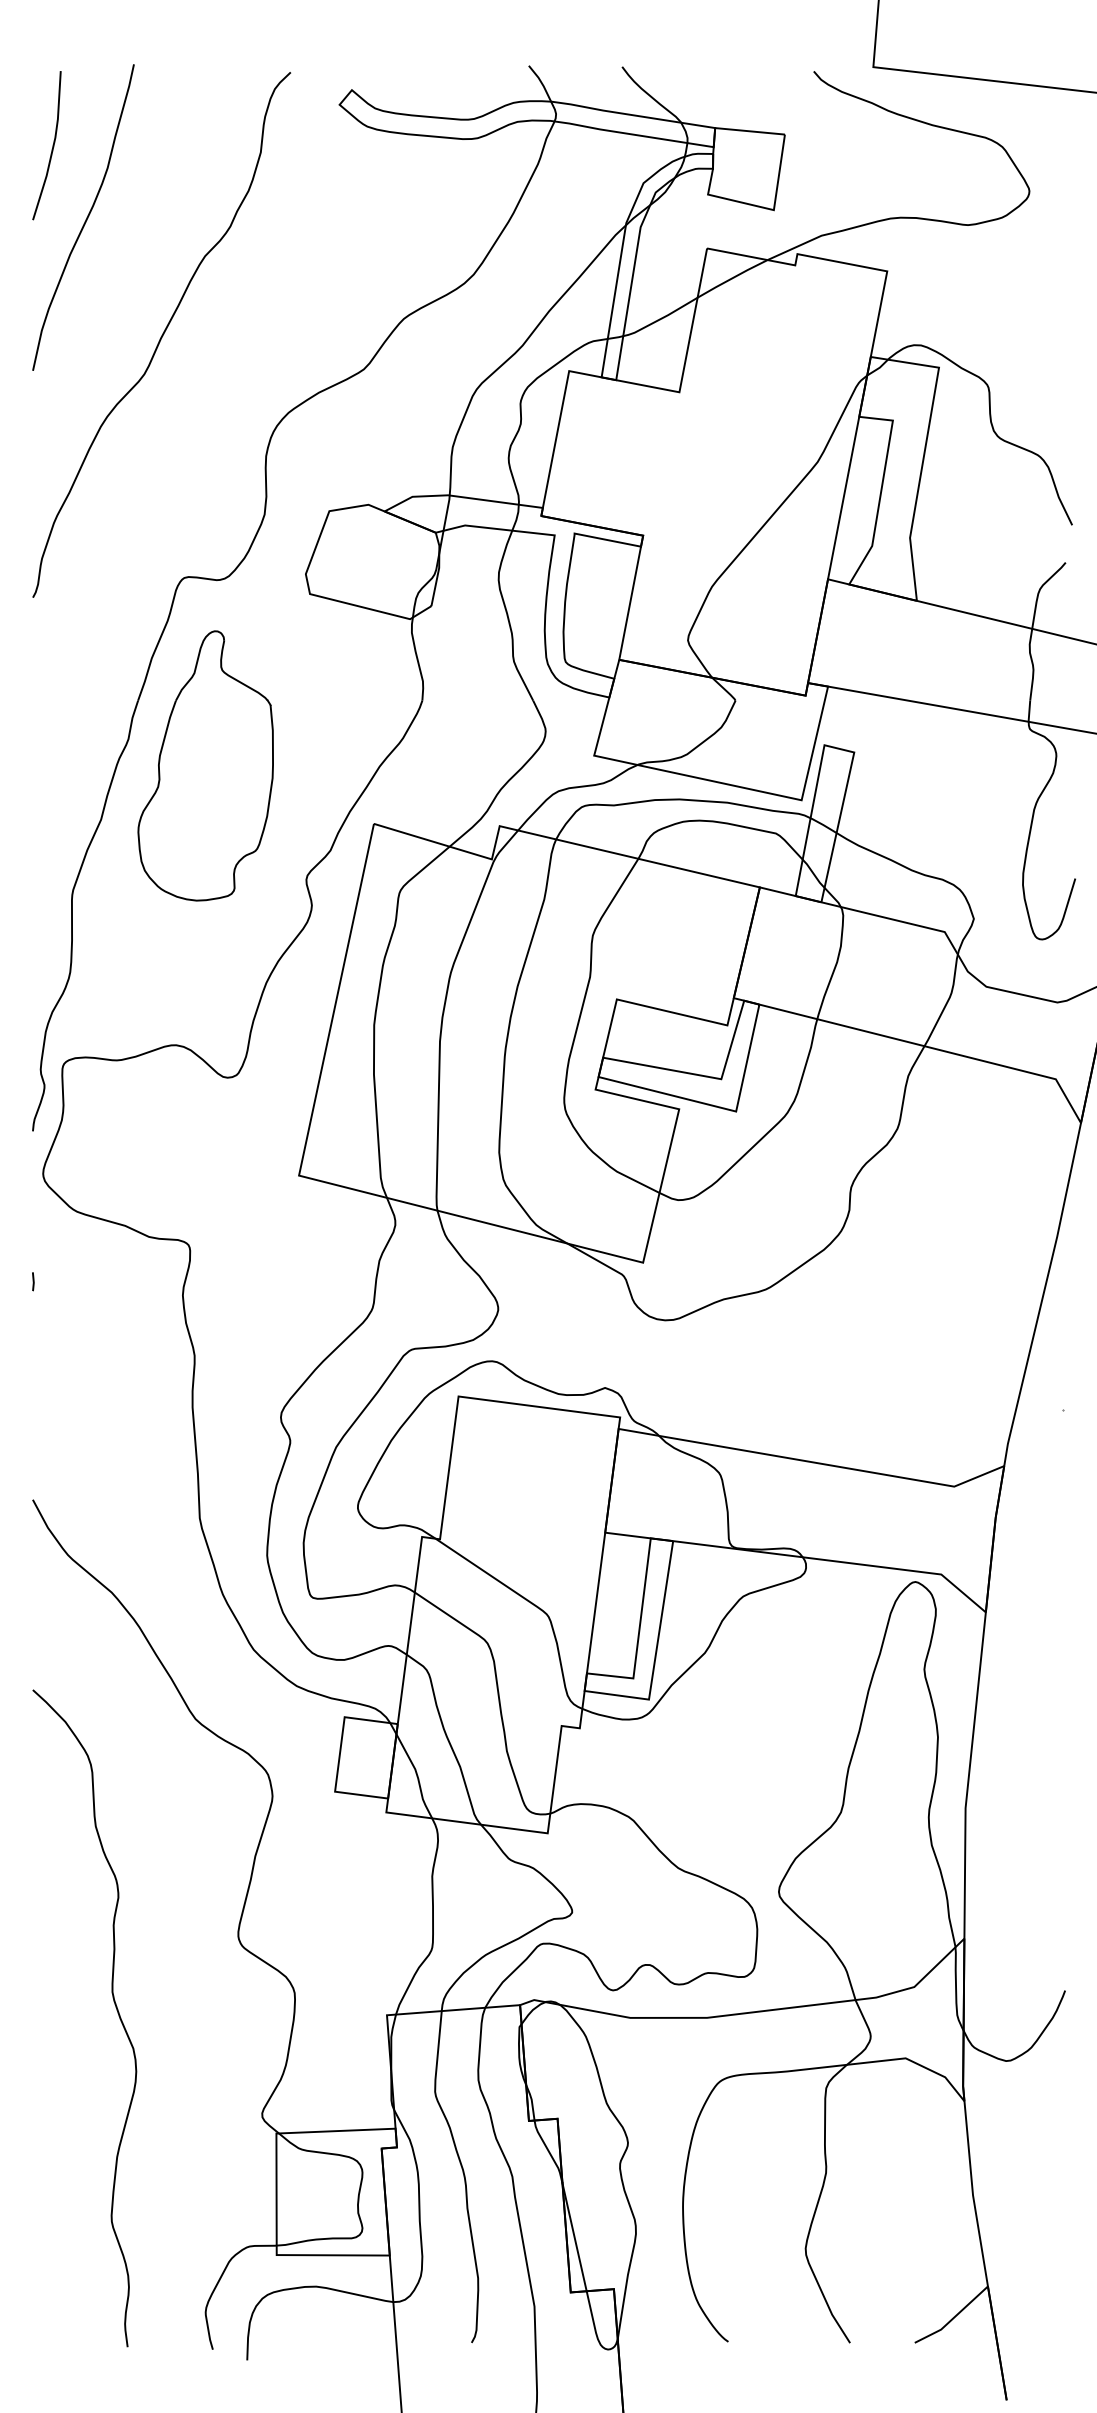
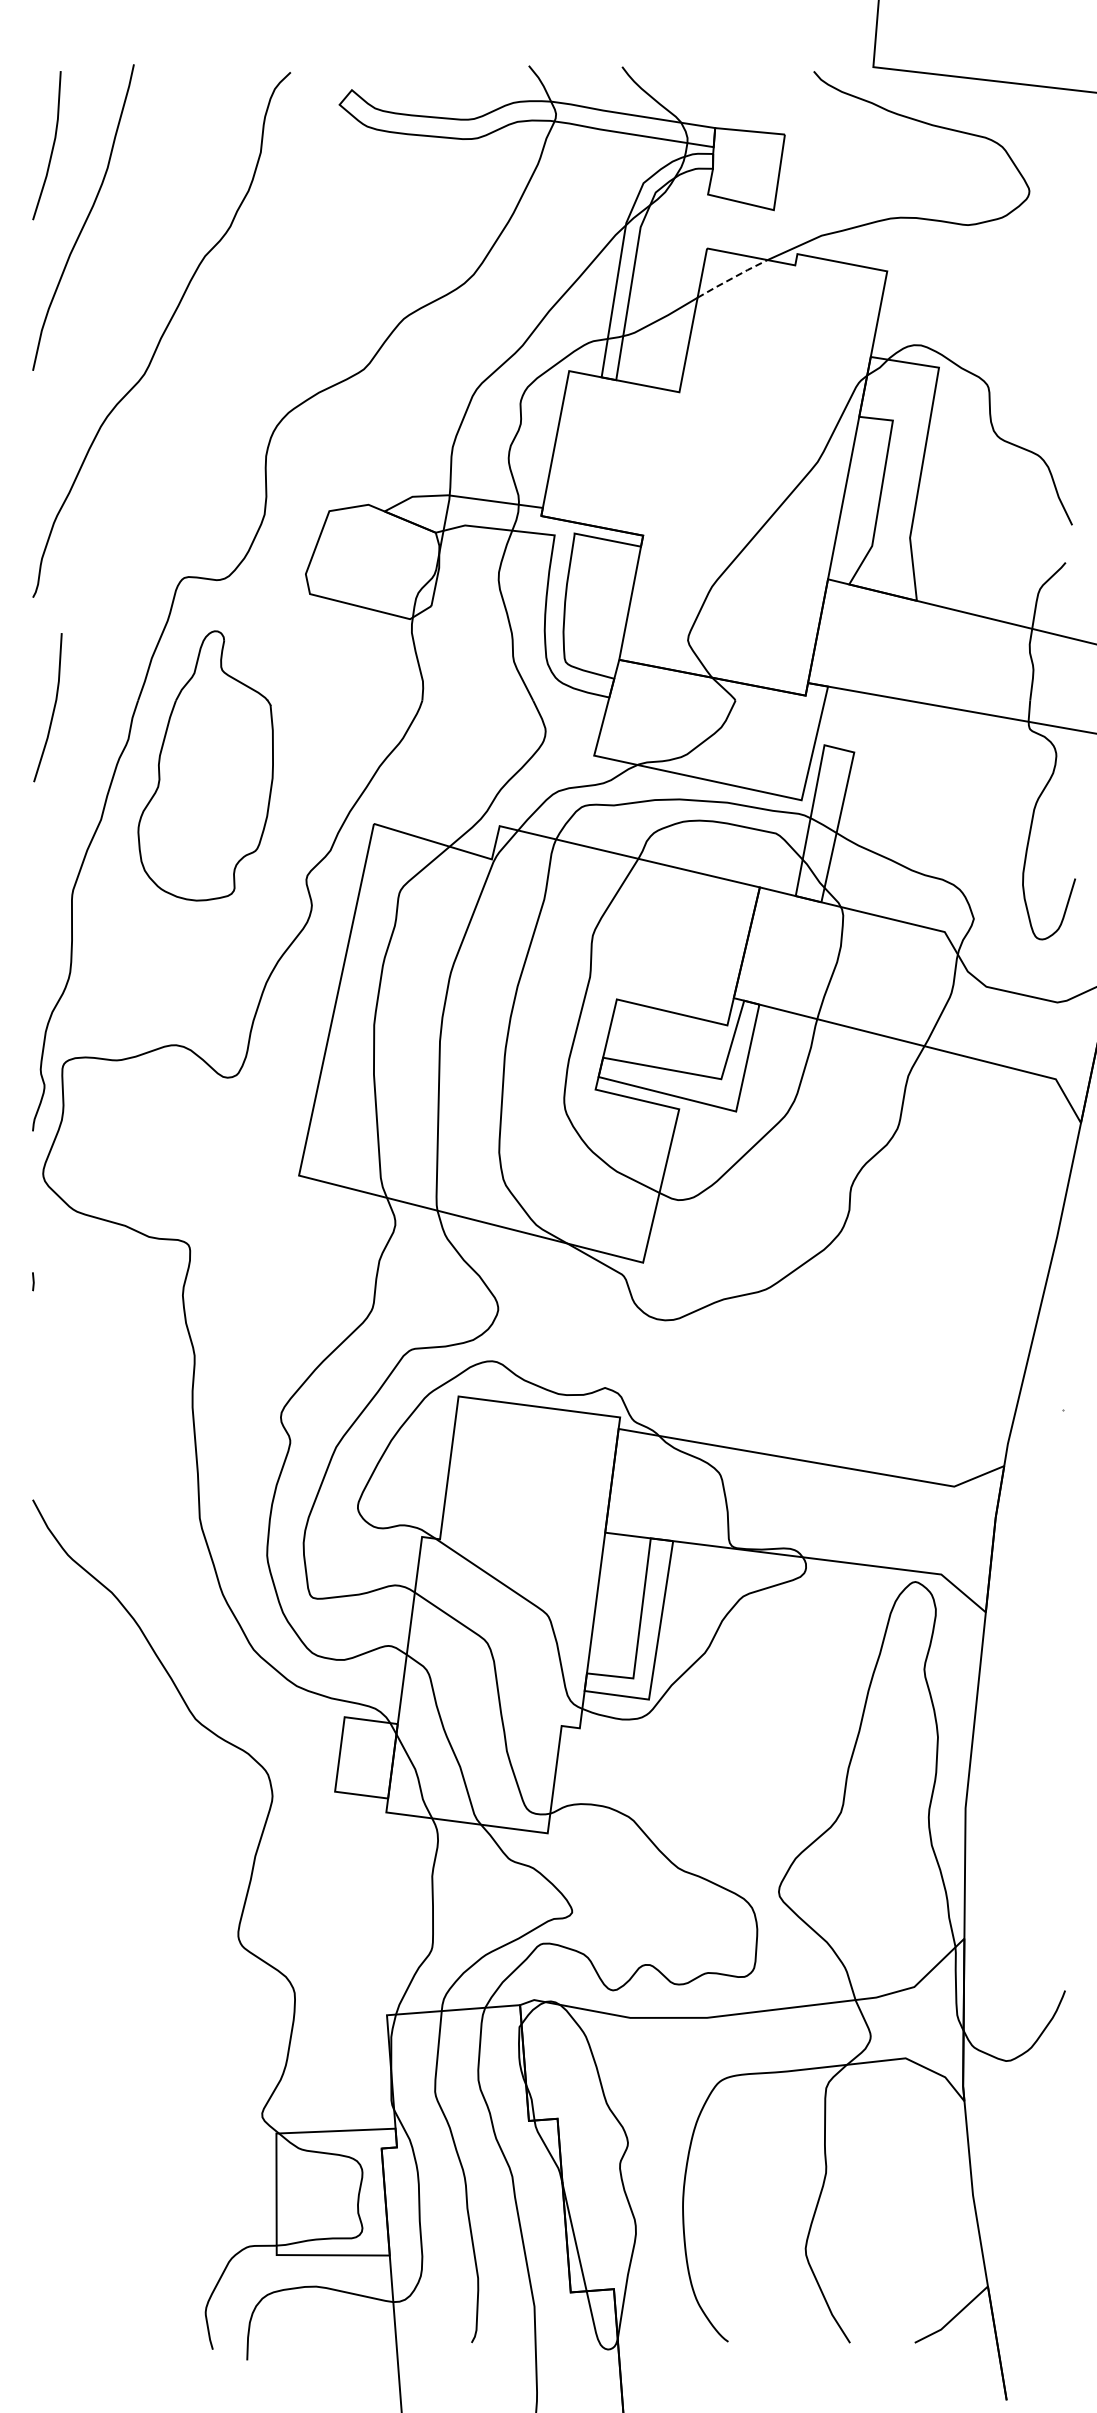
line at (732, 278): solid -> dashed
line at (53, 707): none -> present
curve at (115, 2007): present -> none
